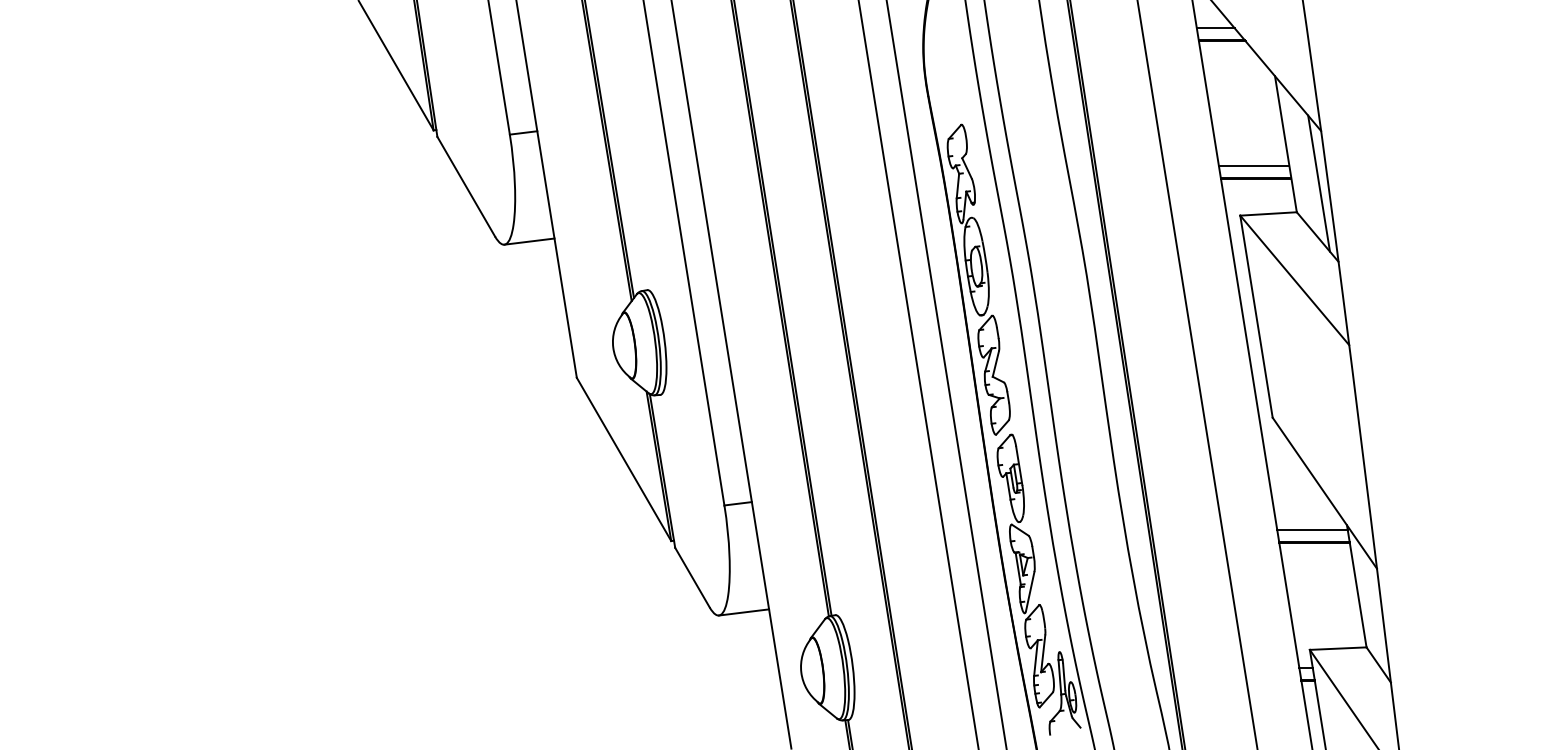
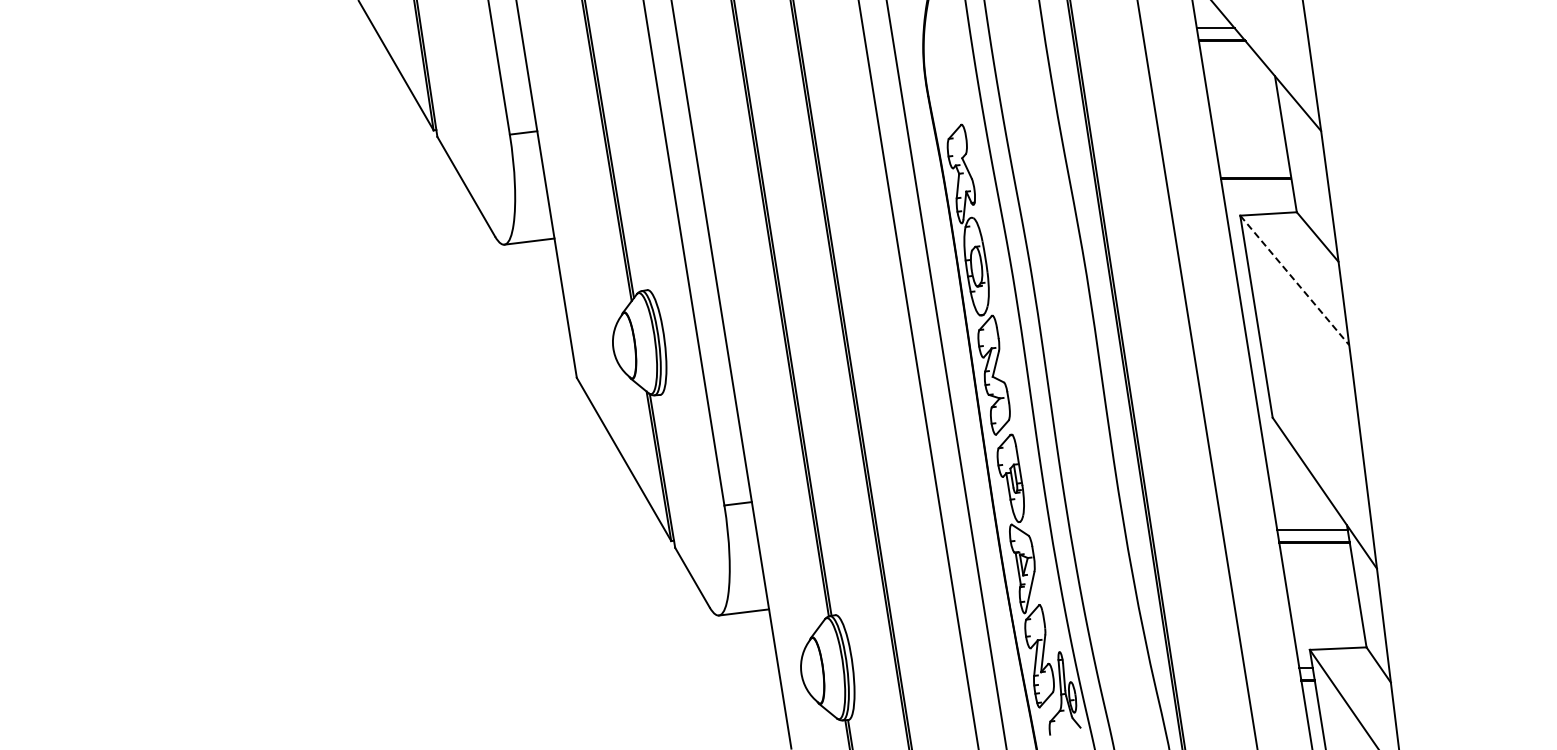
line at (1253, 165): present -> none
line at (1318, 183): present -> none
line at (1294, 280): solid -> dashed
